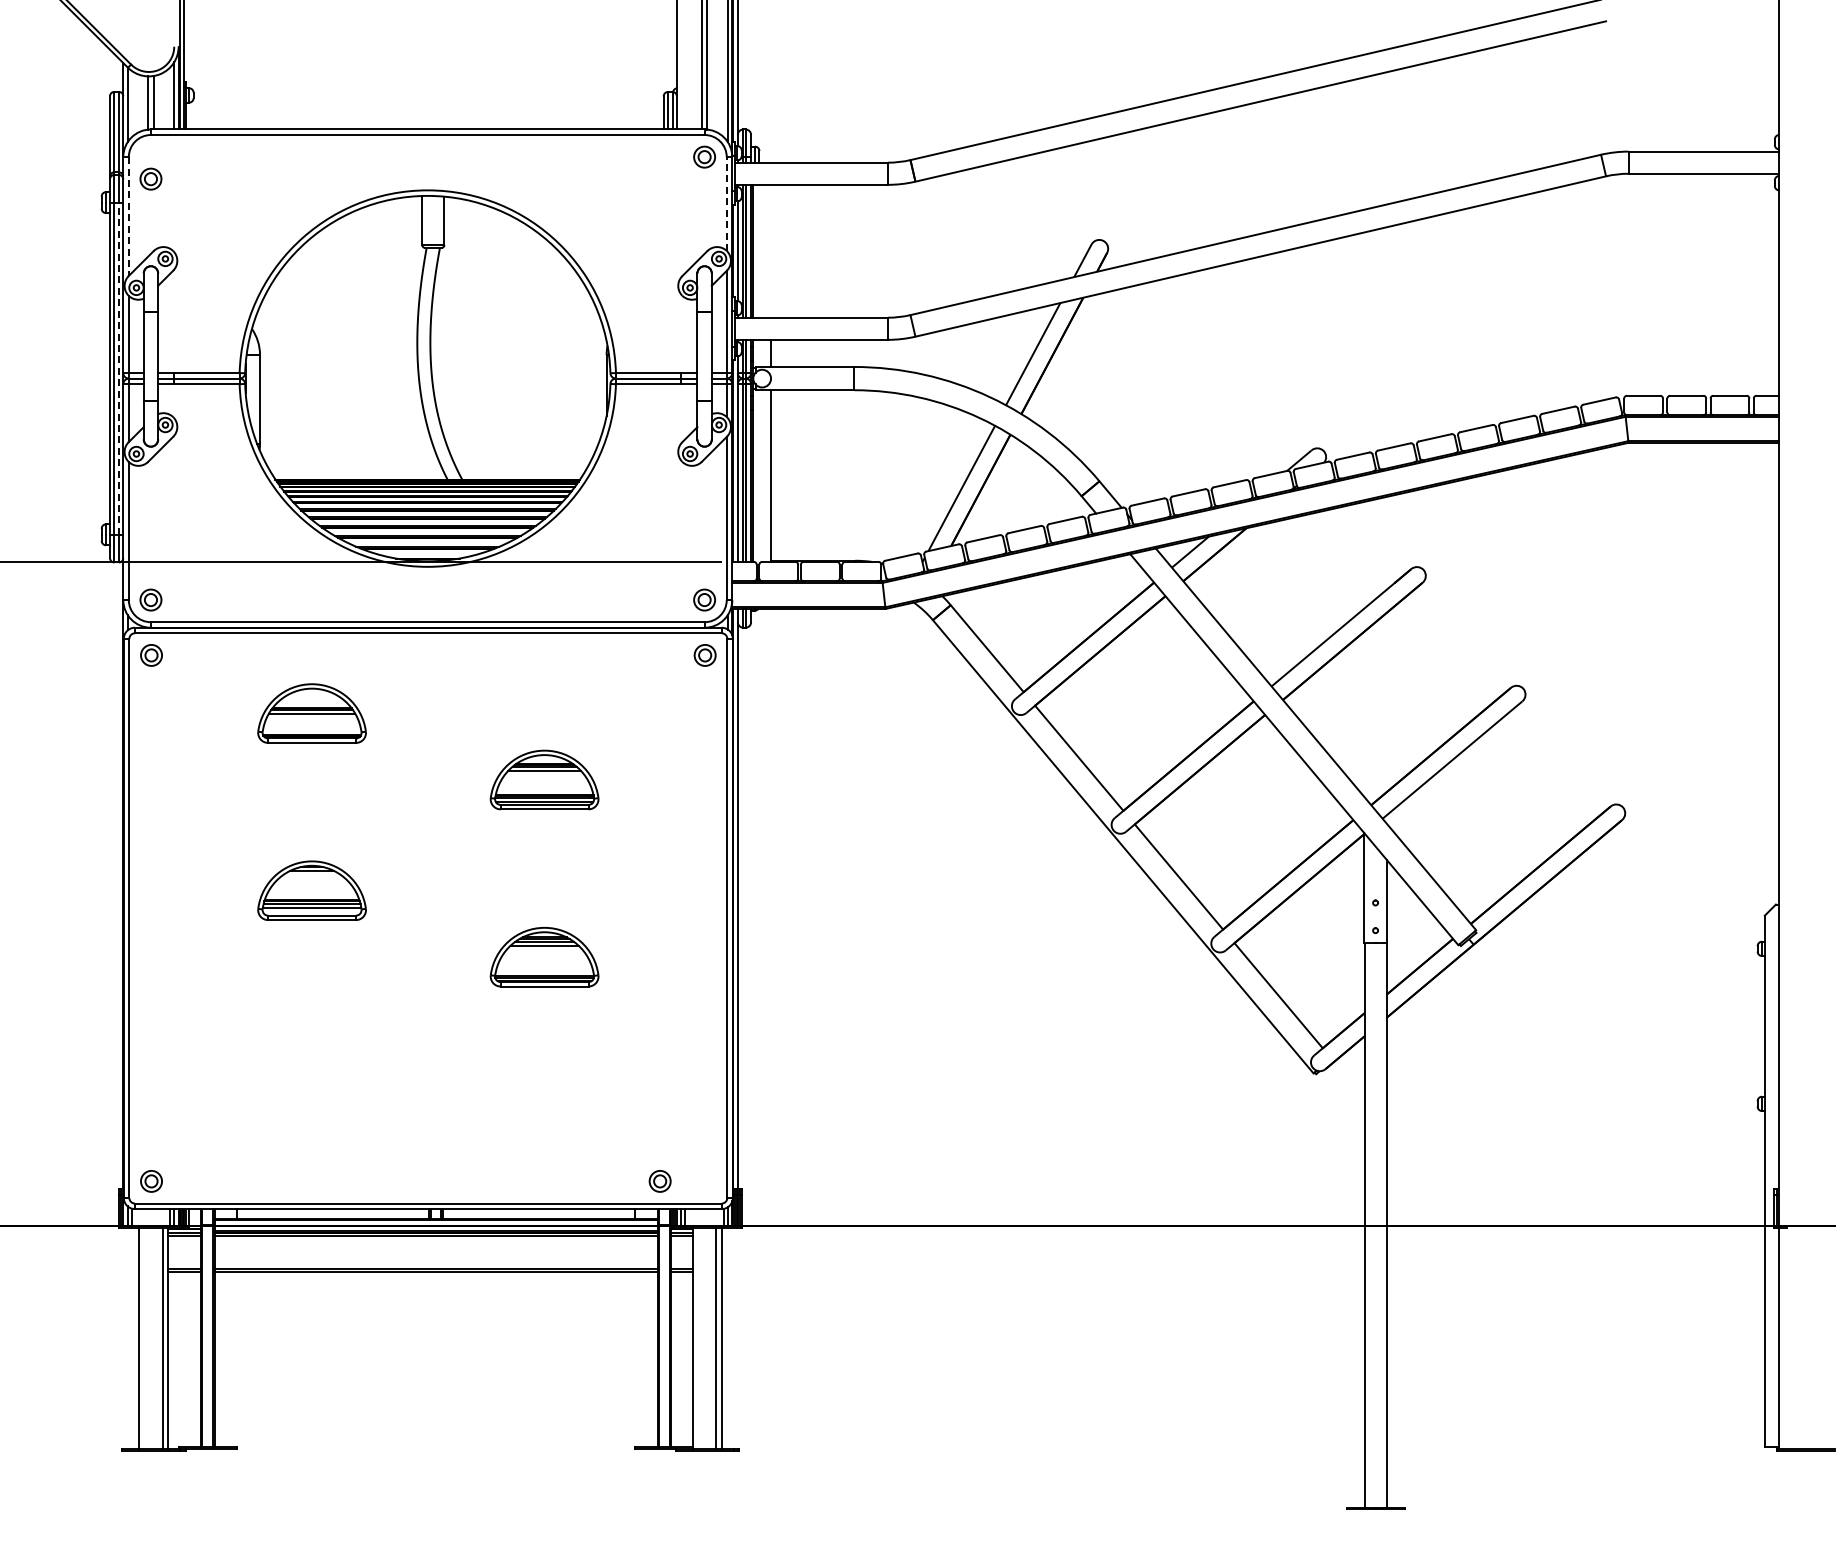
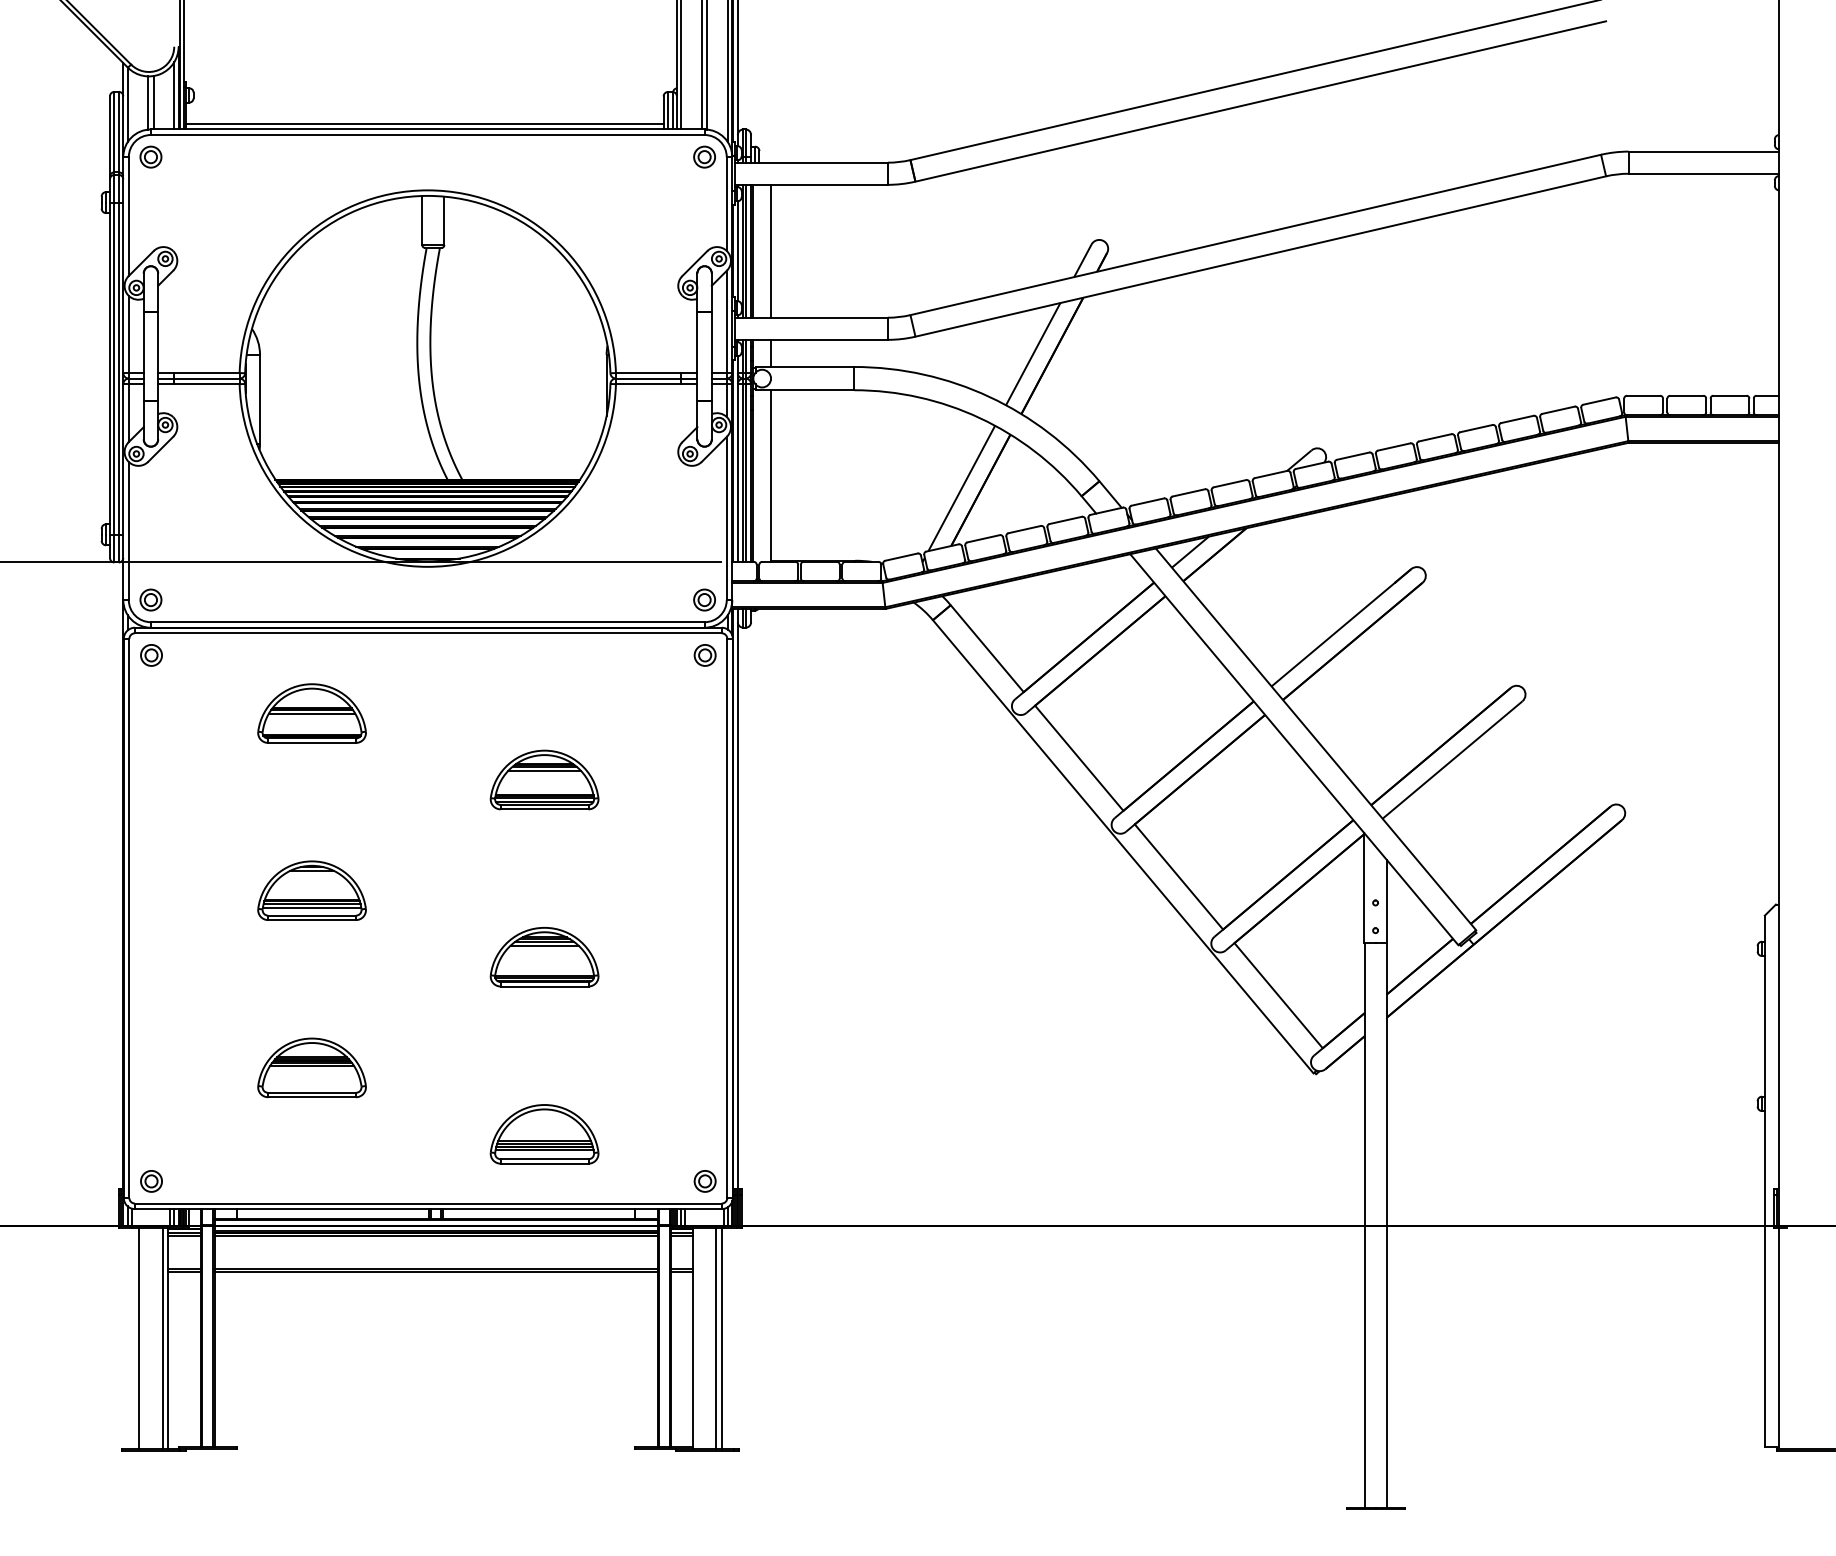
line at (681, 65): none -> present
line at (424, 123): none -> present
part at (150, 178) position: (150, 178) -> (150, 156)
line at (726, 204): dashed -> solid
line at (128, 217): dashed -> solid
line at (771, 250): none -> present
line at (118, 368): dashed -> solid
part at (311, 1067): none -> present
part at (544, 1134): none -> present
part at (659, 1181) position: (659, 1181) -> (704, 1181)
